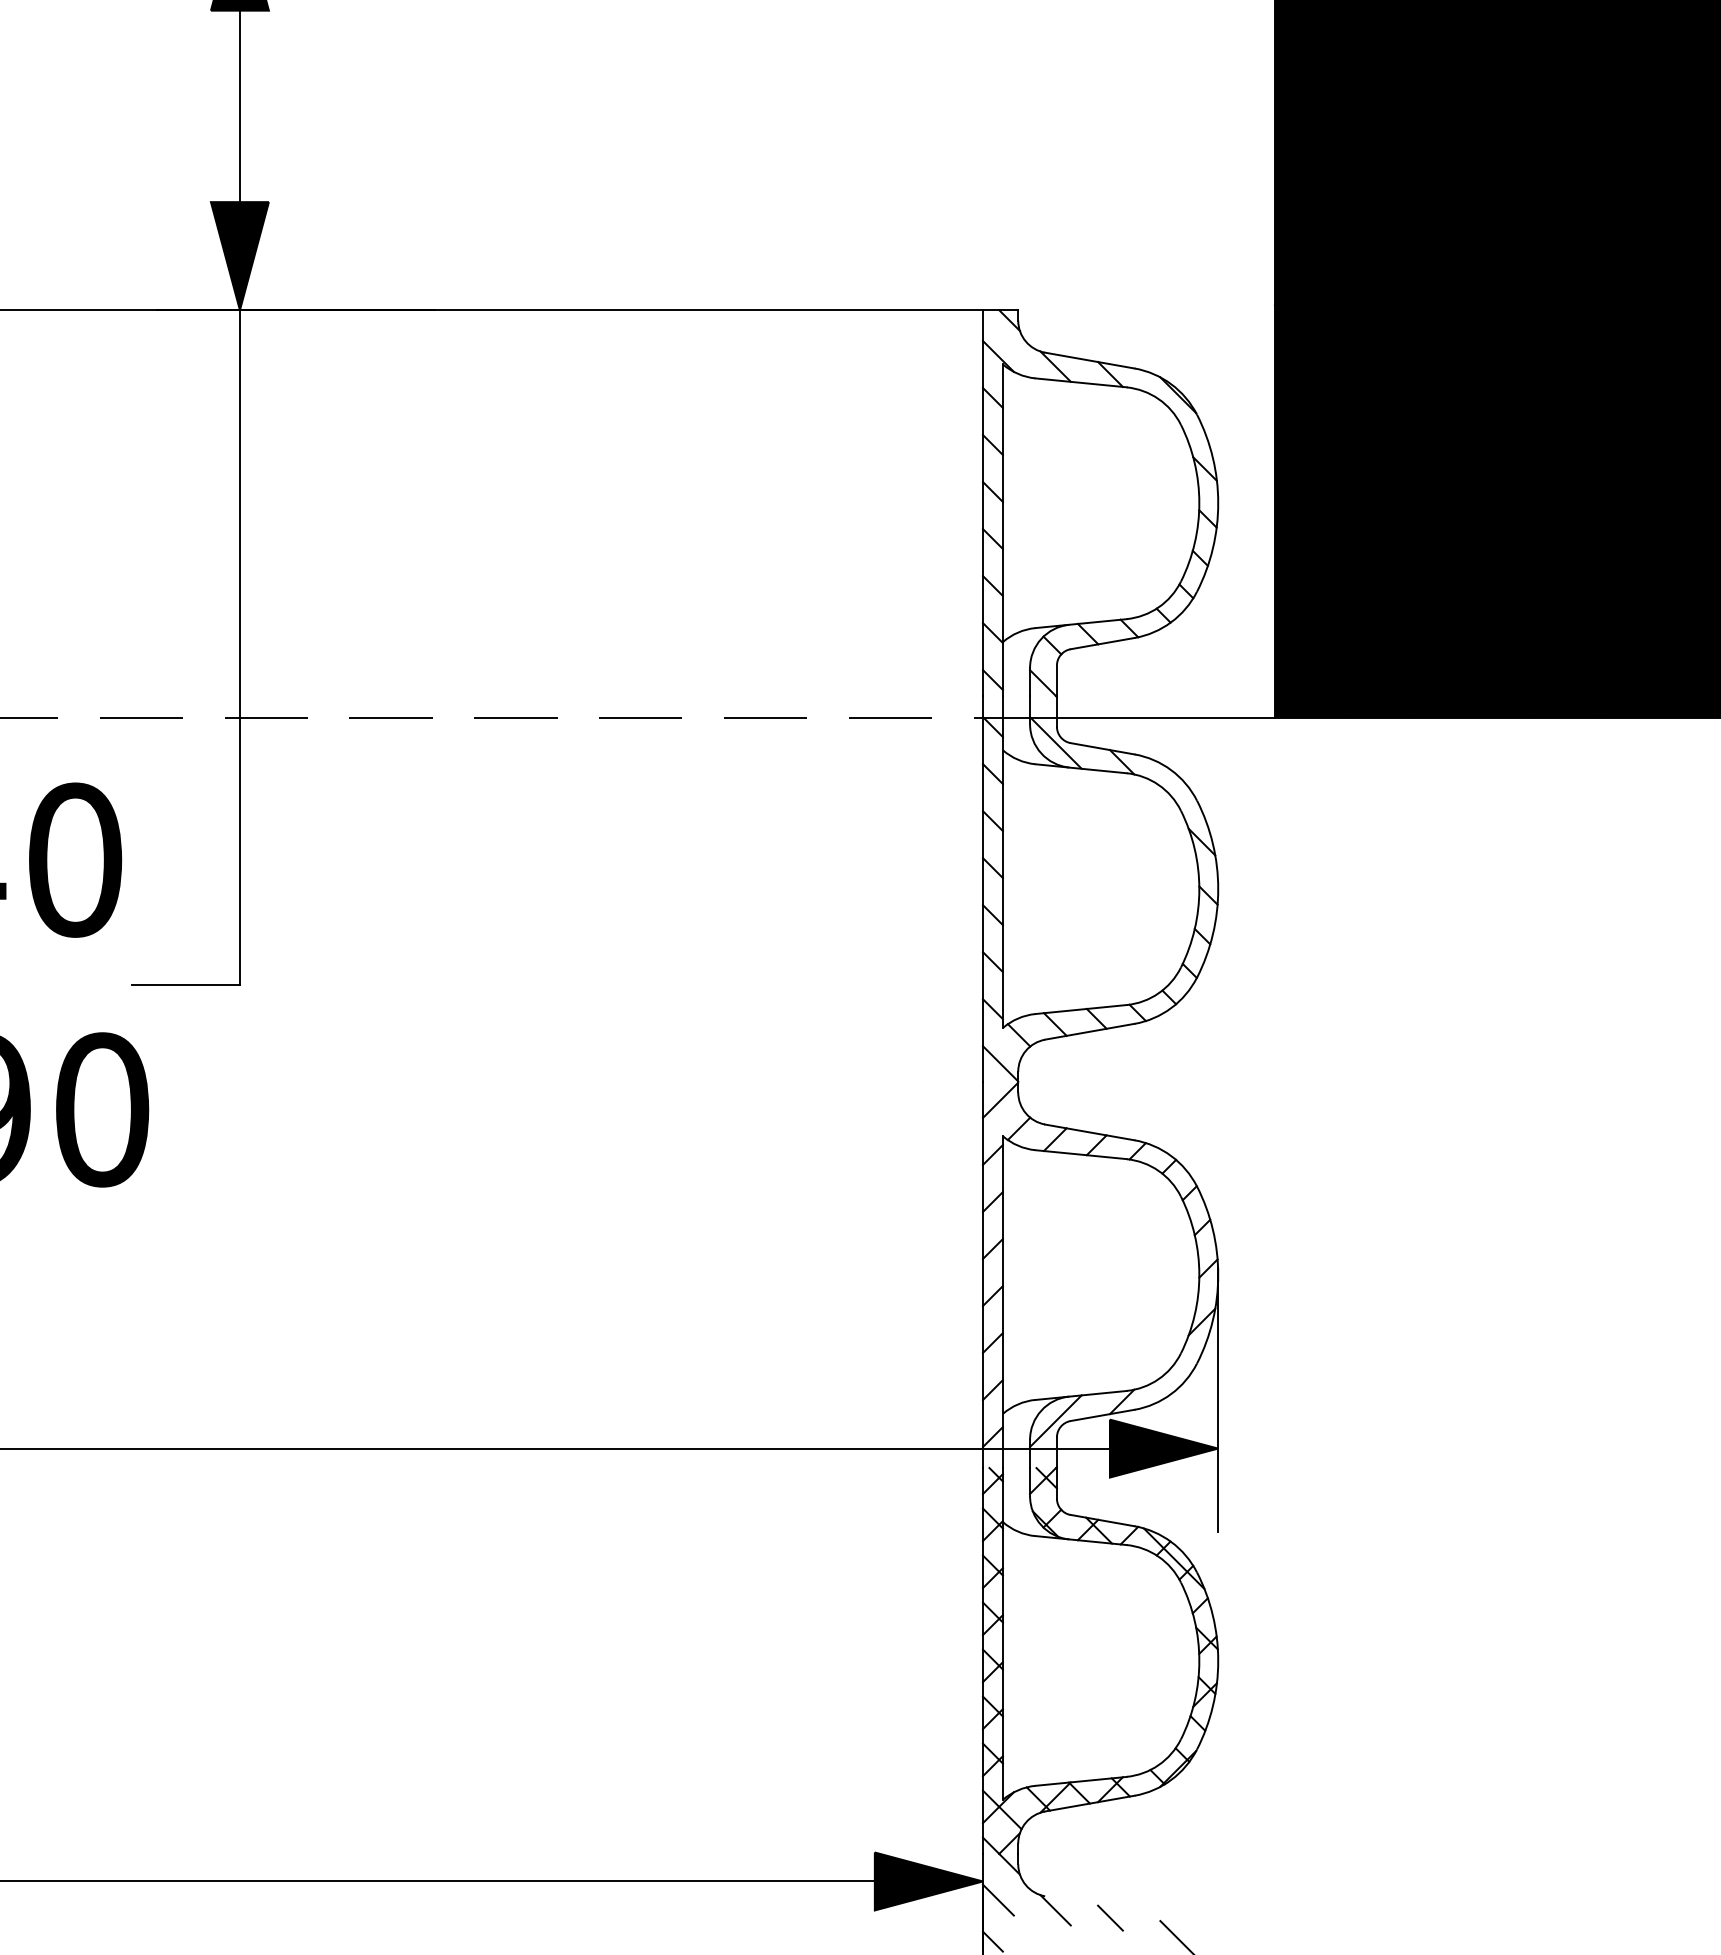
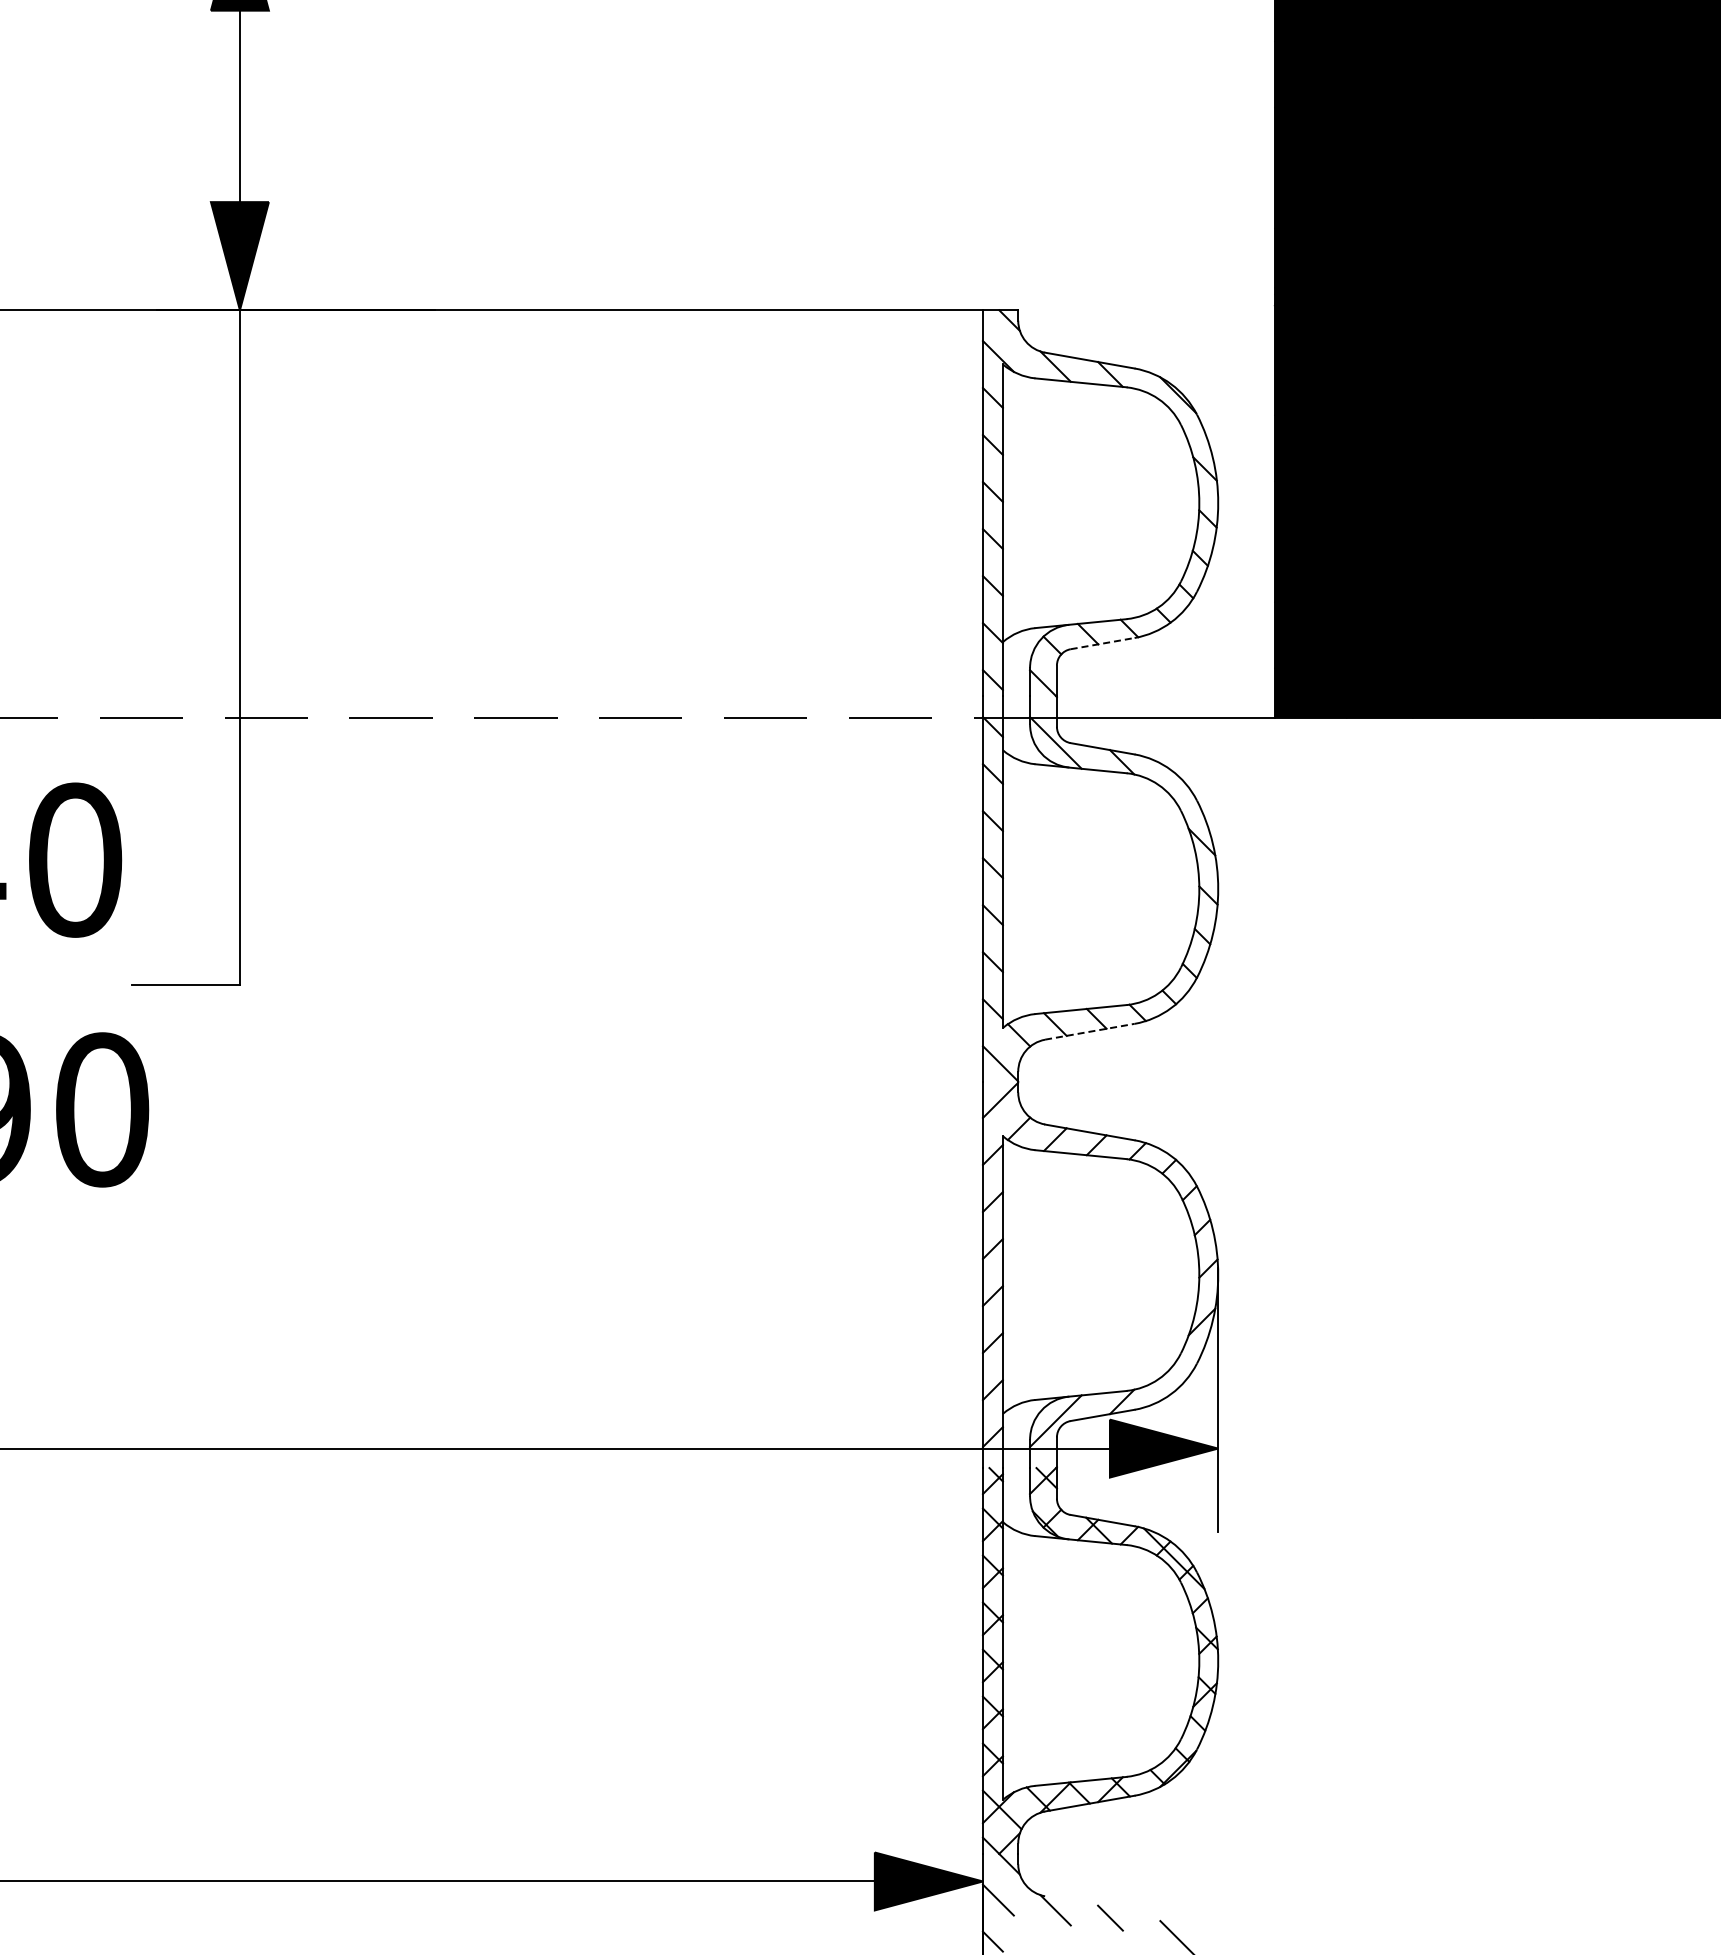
line at (1103, 643): solid -> dashed
line at (1090, 1031): solid -> dashed
